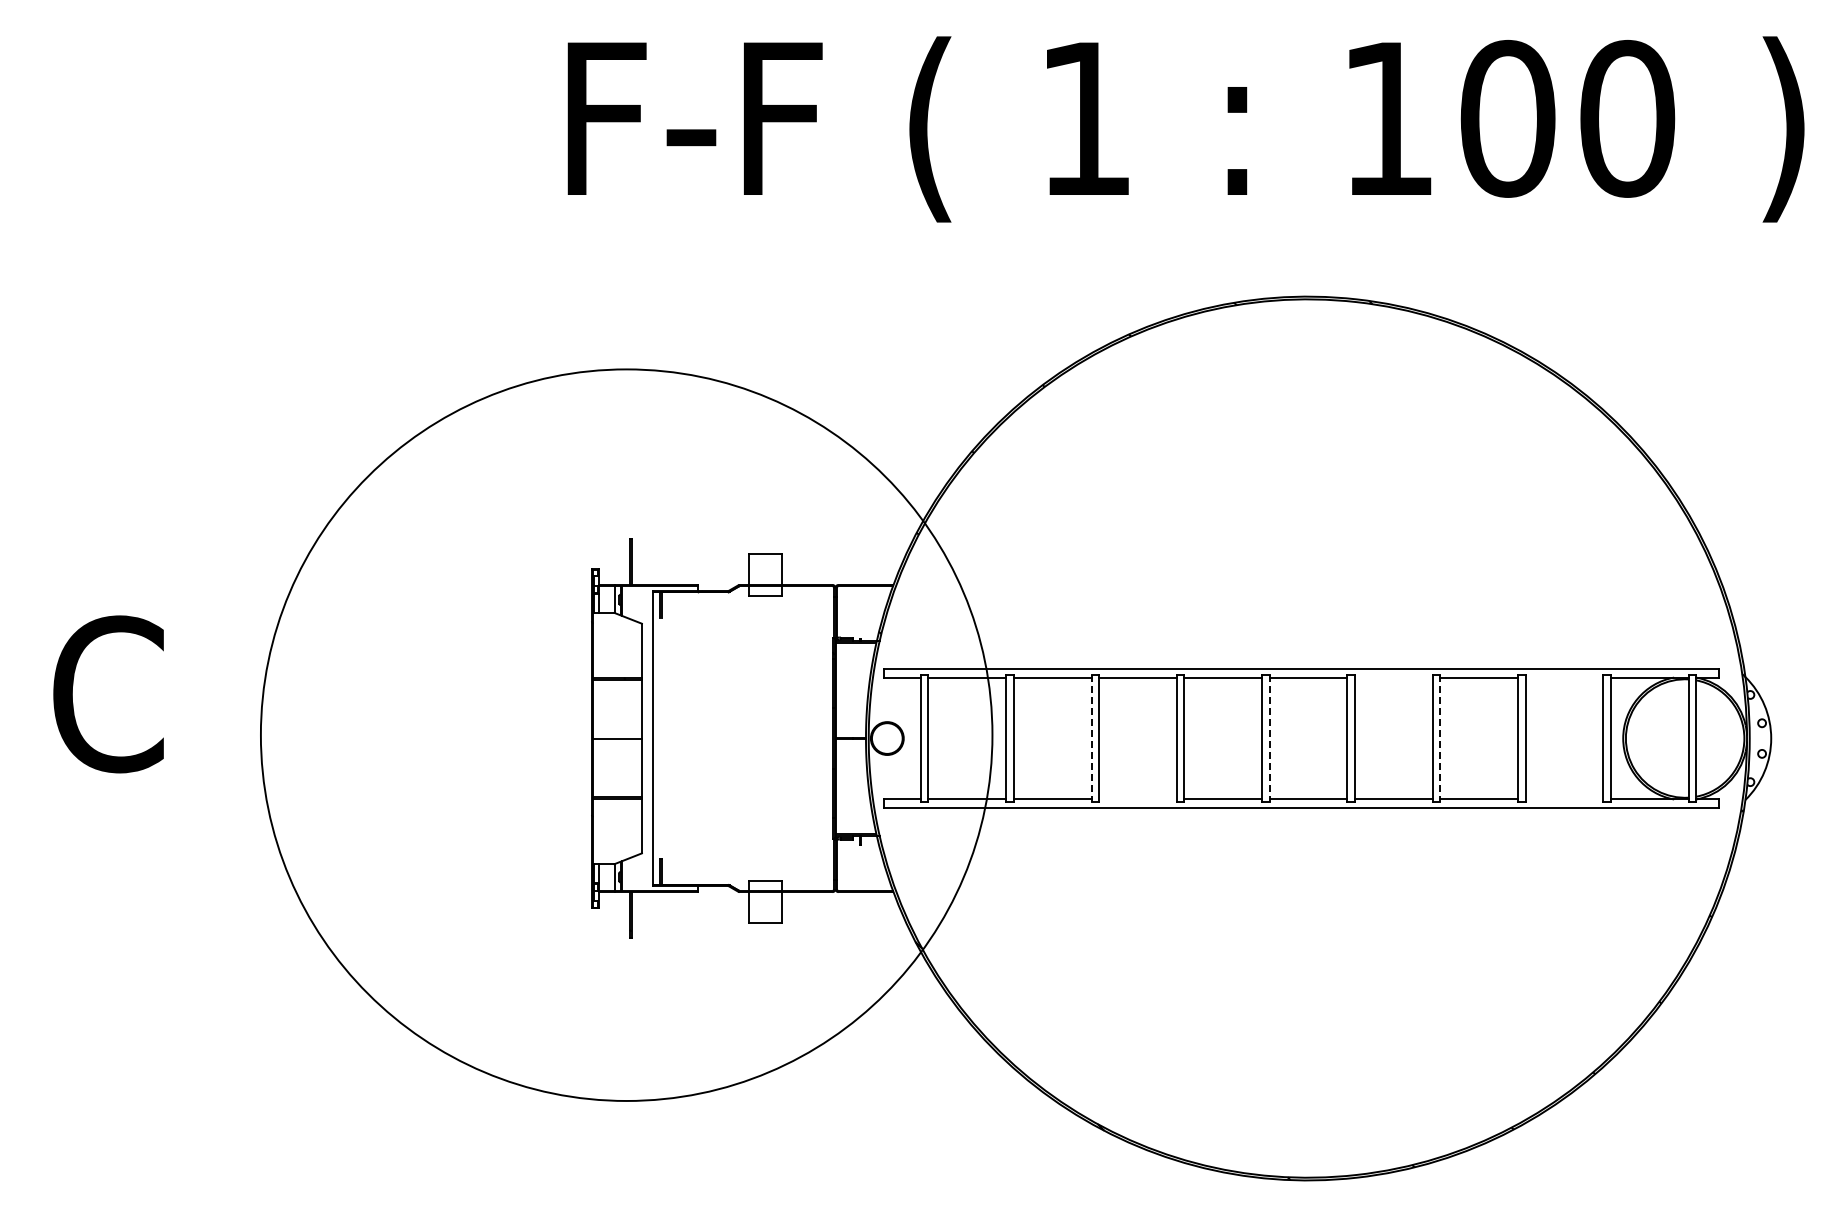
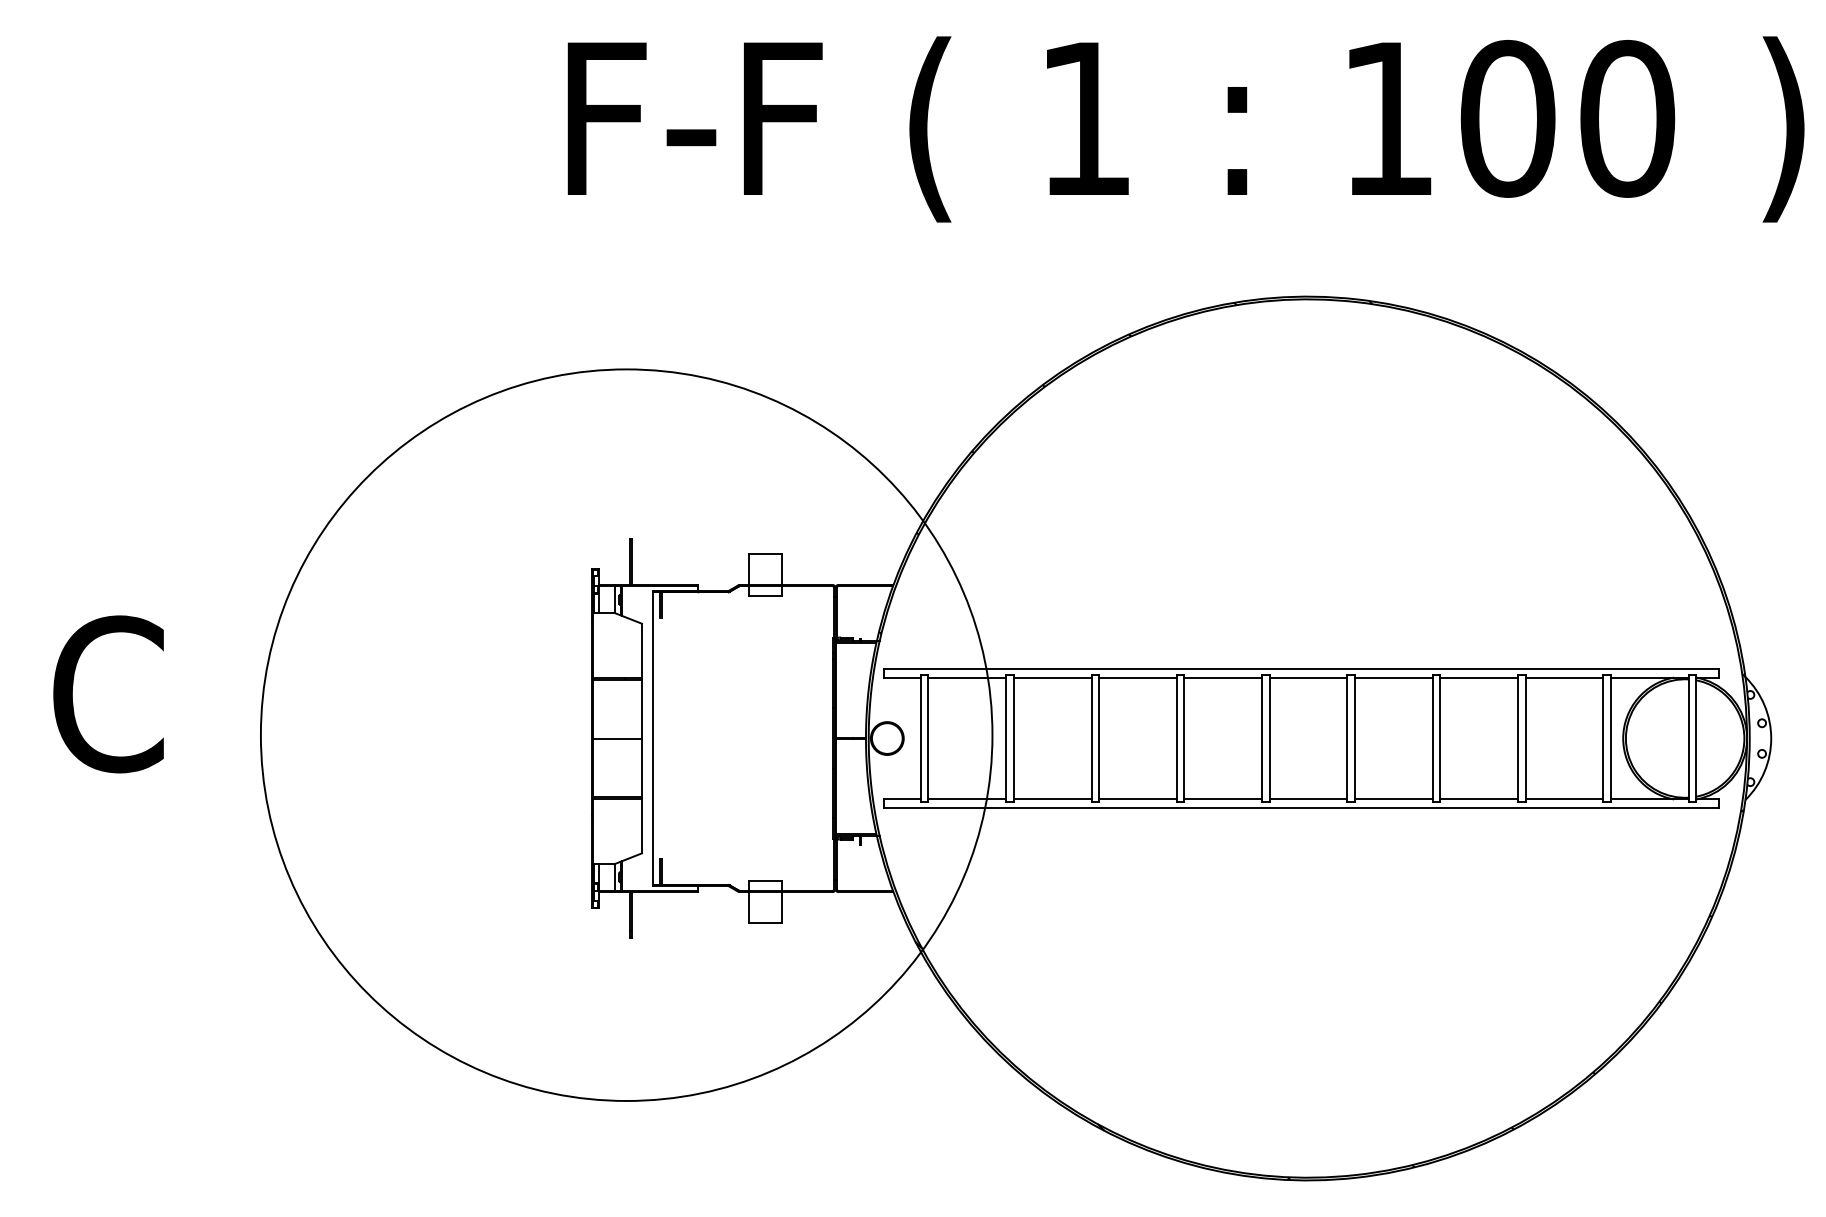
line at (1393, 677): none -> present
line at (1564, 677): none -> present
line at (1091, 738): dashed -> solid
line at (1269, 738): dashed -> solid
line at (1440, 738): dashed -> solid
line at (1137, 799): none -> present
line at (1564, 799): none -> present
